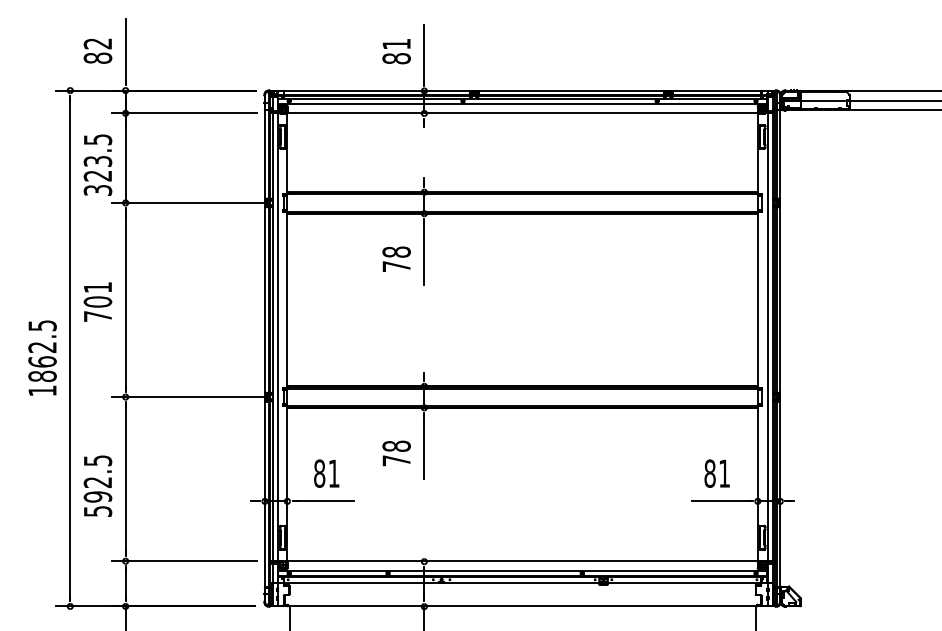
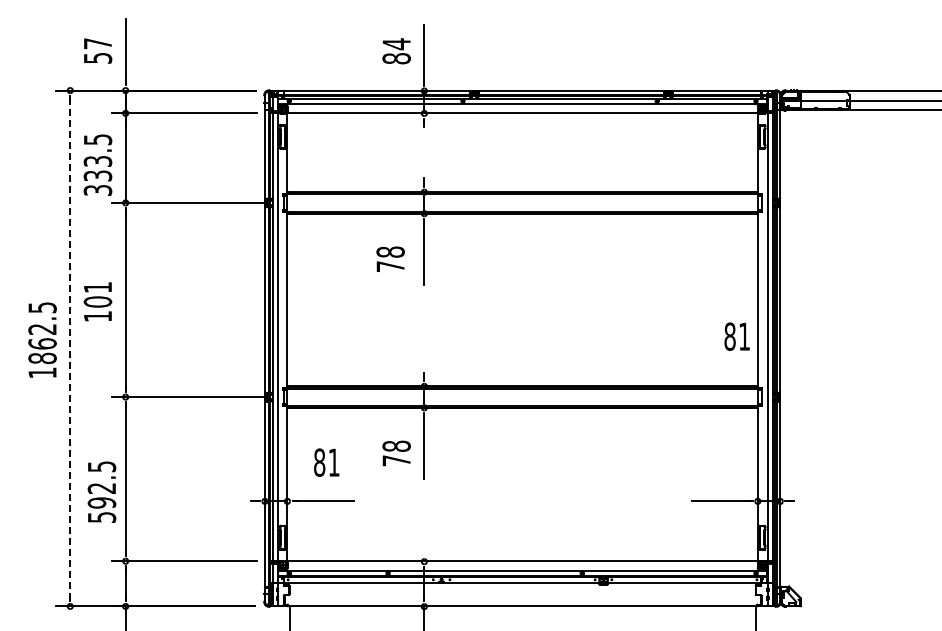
text at (396, 44): 81 -> 84
text at (97, 50): 82 -> 57
text at (98, 175): 323.5 -> 333.5
text at (396, 258) position: (396, 258) -> (390, 258)
text at (97, 316): 701 -> 101
line at (70, 349): solid -> dashed
text at (42, 357) position: (42, 357) -> (42, 339)
text at (326, 473) position: (326, 473) -> (326, 462)
text at (716, 473) position: (716, 473) -> (736, 336)
text at (97, 485) position: (97, 485) -> (101, 491)
